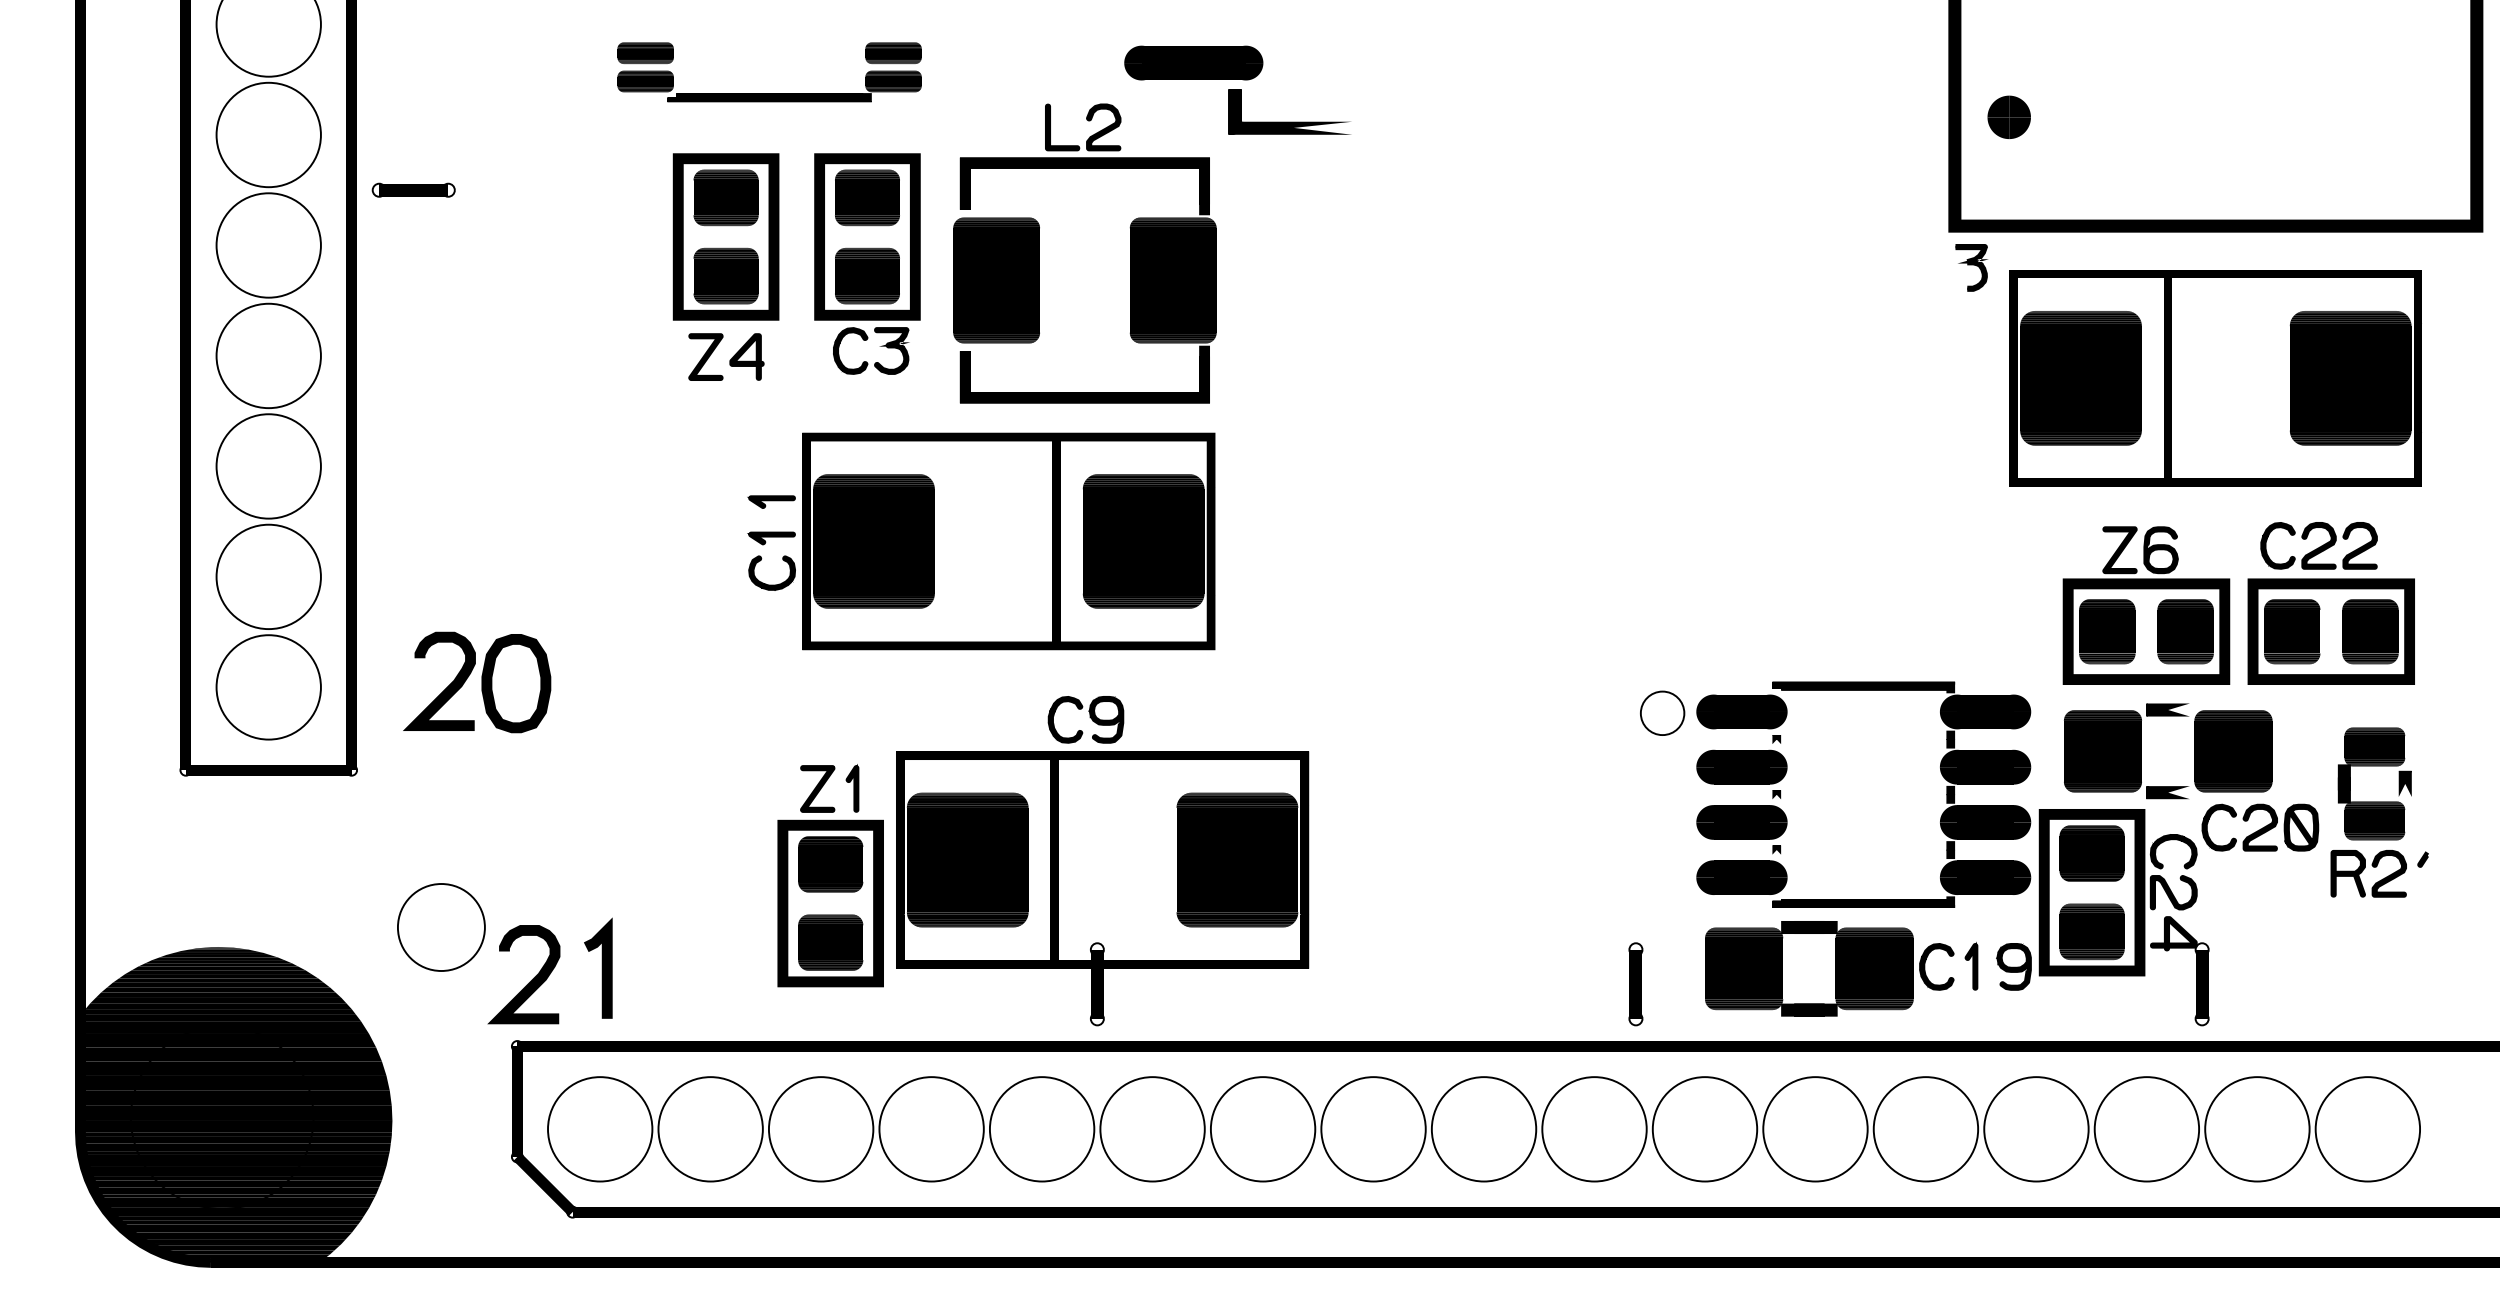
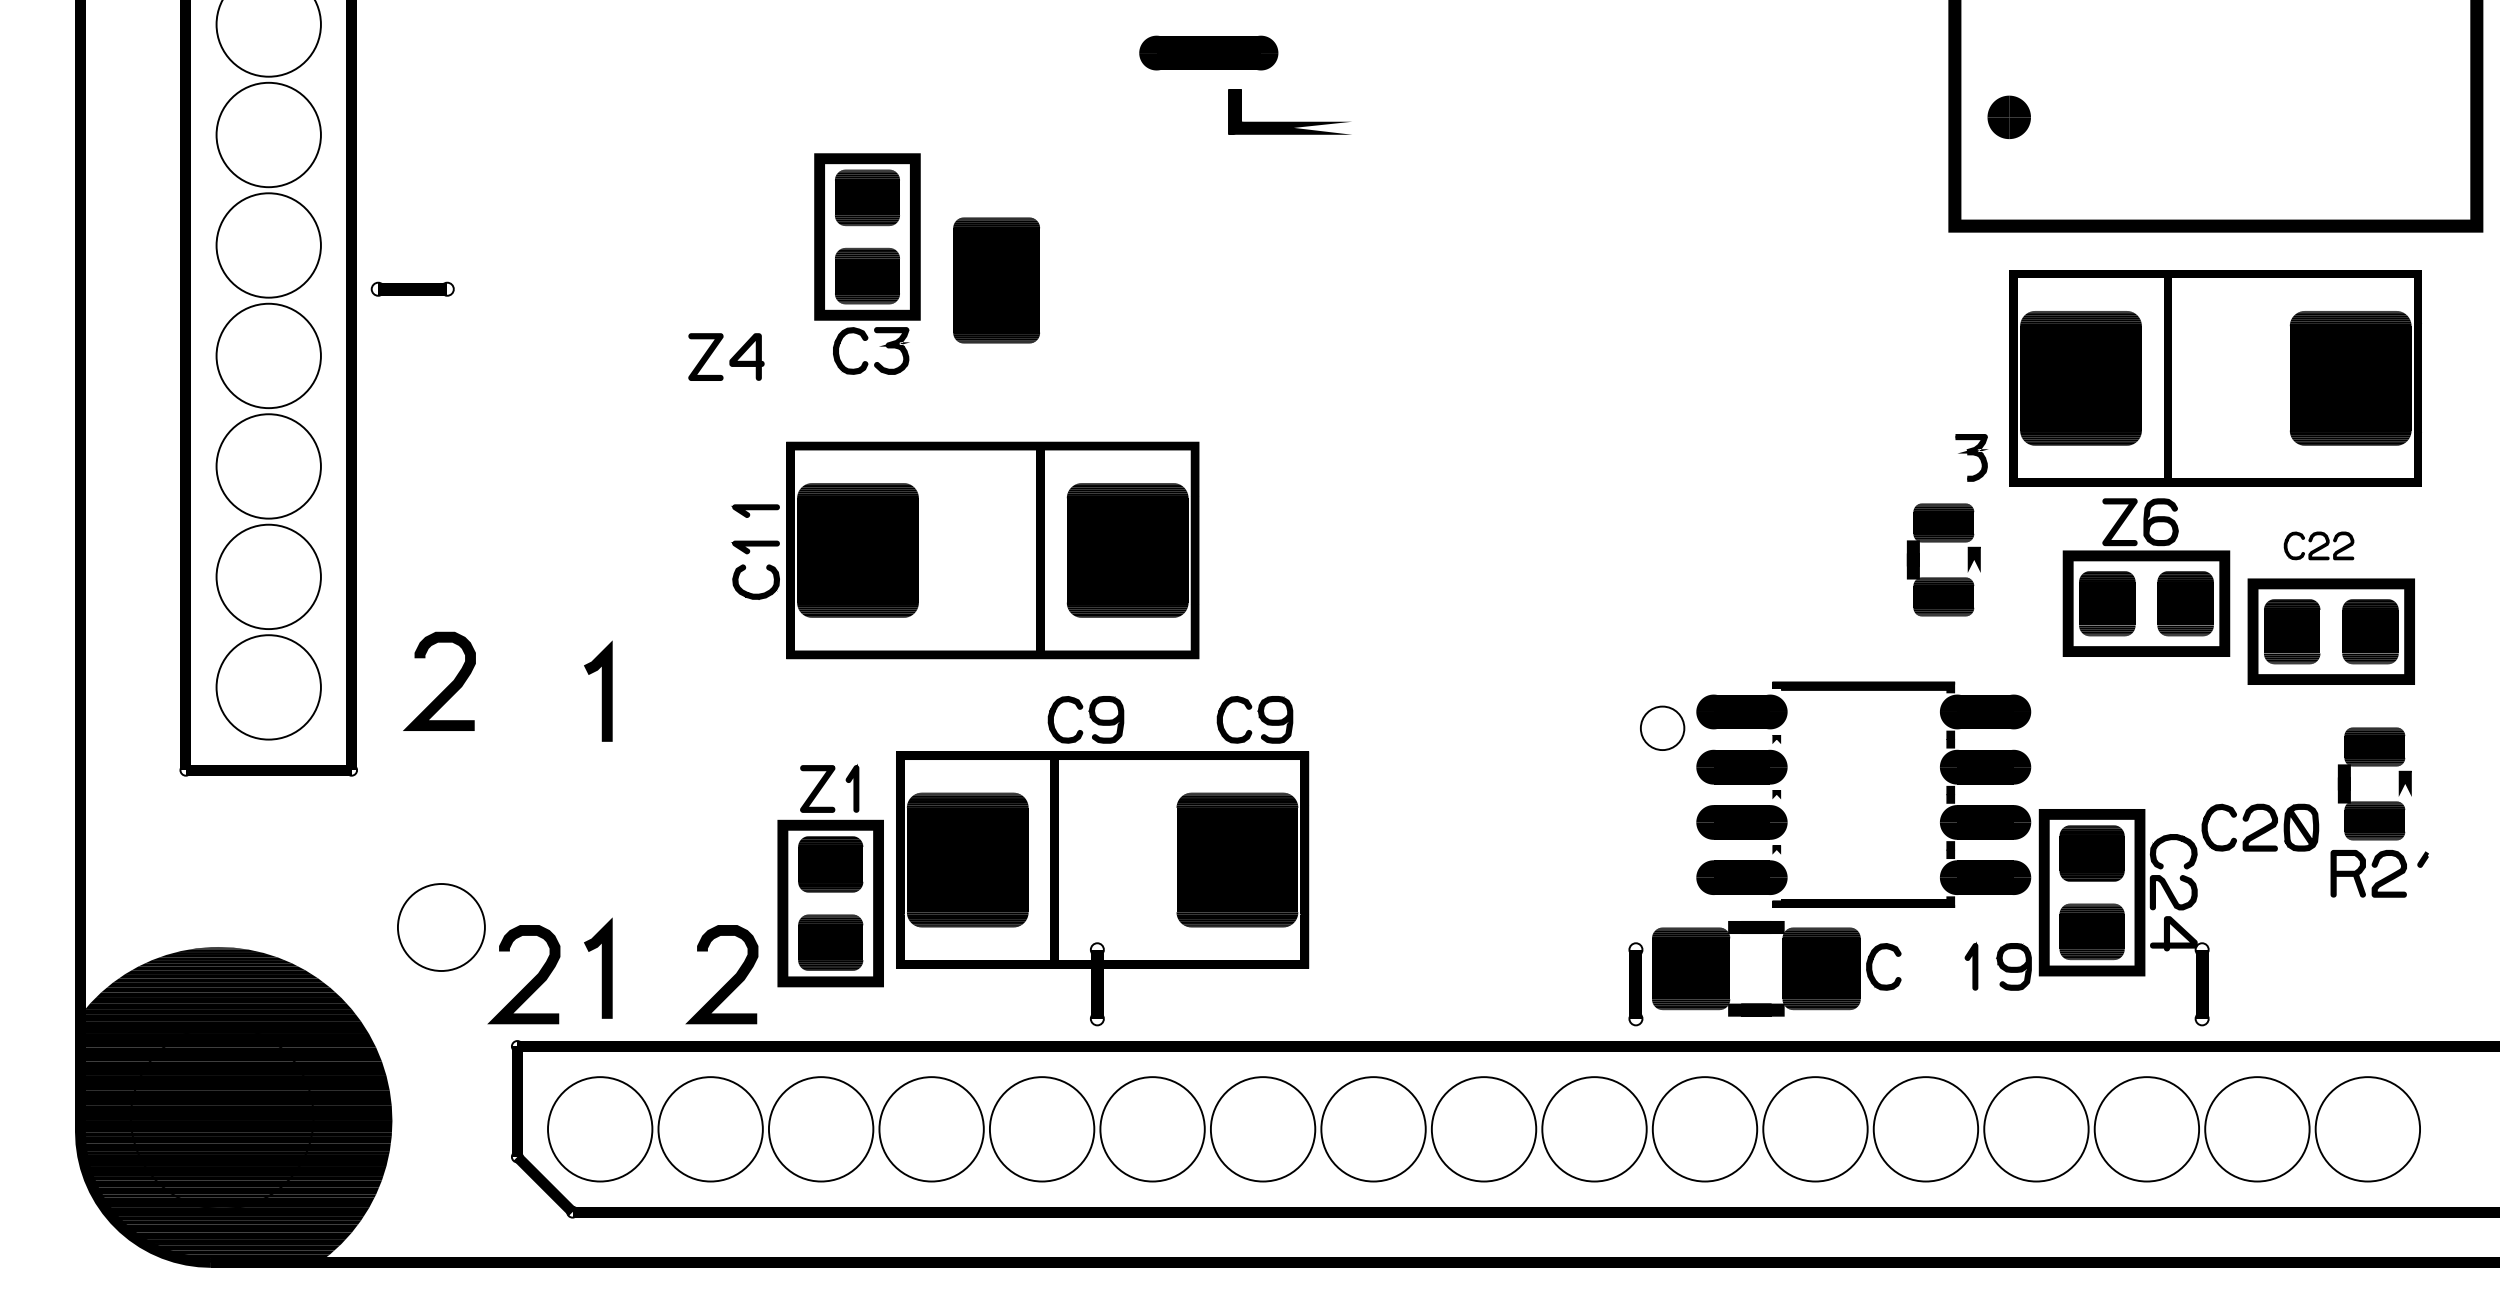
part at (1193, 62) position: (1193, 62) -> (1208, 52)
part at (769, 93): present -> none
part at (413, 189) position: (413, 189) -> (412, 288)
part at (725, 236): present -> none
part at (1130, 253): present -> none
part at (1971, 267) position: (1971, 267) -> (1971, 457)
part at (981, 541) position: (981, 541) -> (965, 550)
part at (1943, 542): none -> present
part at (2318, 545) size: 118x48 px -> 72x30 px
part at (2146, 605) position: (2146, 605) -> (2146, 577)
part at (516, 683): present -> none
line at (601, 690): none -> present
part at (1662, 712) position: (1662, 712) -> (1662, 727)
part at (1254, 719): none -> present
part at (2194, 751): present -> none
part at (1829, 968) position: (1829, 968) -> (1776, 968)
curve at (728, 980): none -> present
